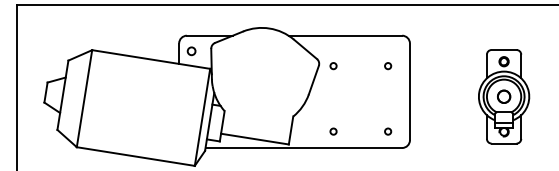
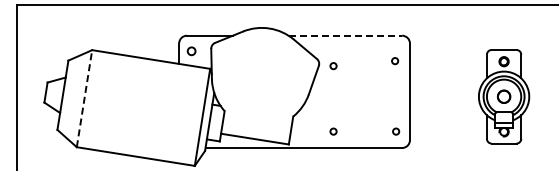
line at (345, 35): solid -> dashed
circle at (388, 66) position: (388, 66) -> (395, 61)
line at (84, 98): solid -> dashed
circle at (388, 131) position: (388, 131) -> (396, 131)
